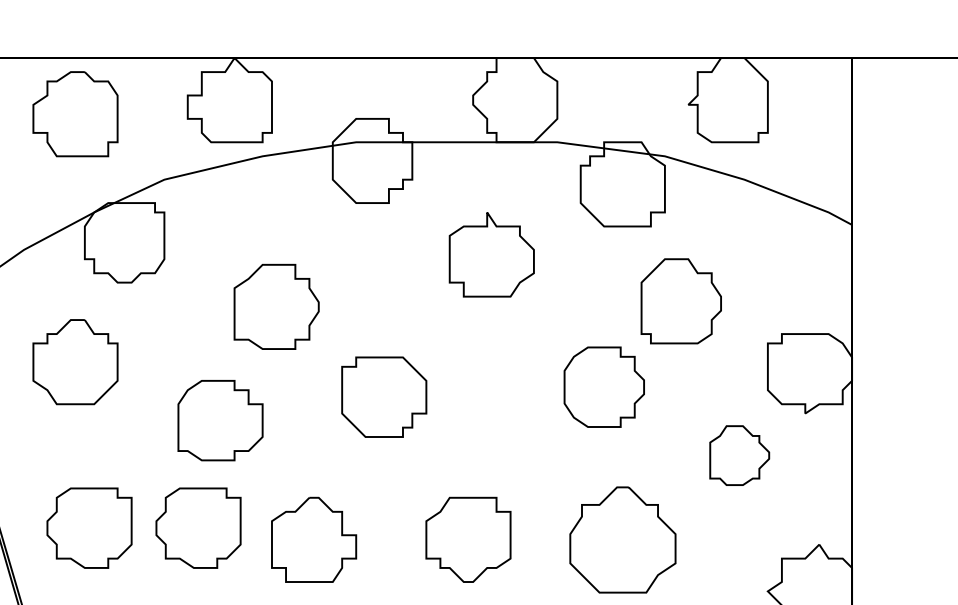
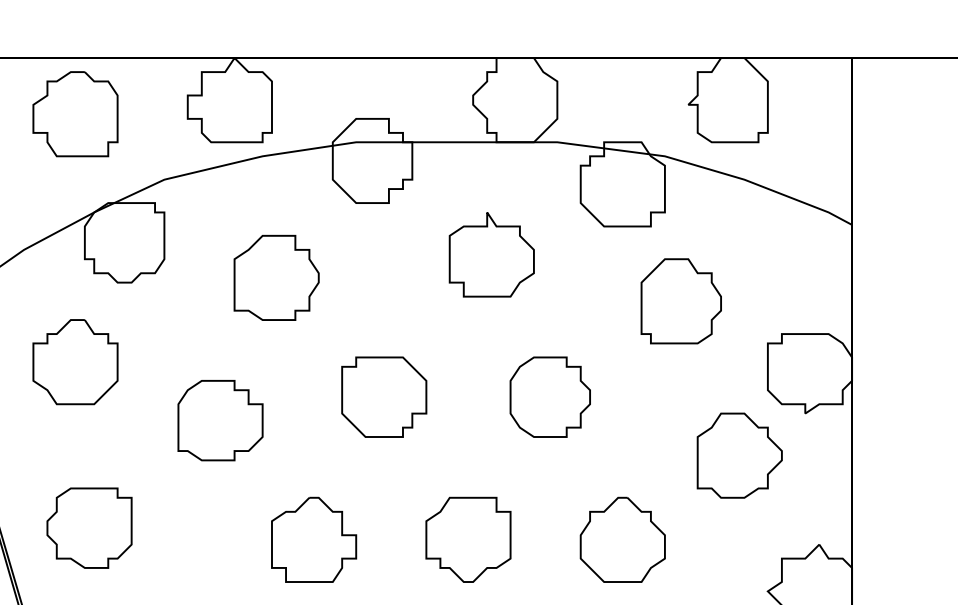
part at (276, 306) position: (276, 306) -> (276, 277)
part at (603, 386) position: (603, 386) -> (549, 396)
part at (739, 455) size: 62x61 px -> 87x87 px
part at (198, 527): present -> none
part at (622, 539) size: 108x108 px -> 87x87 px
